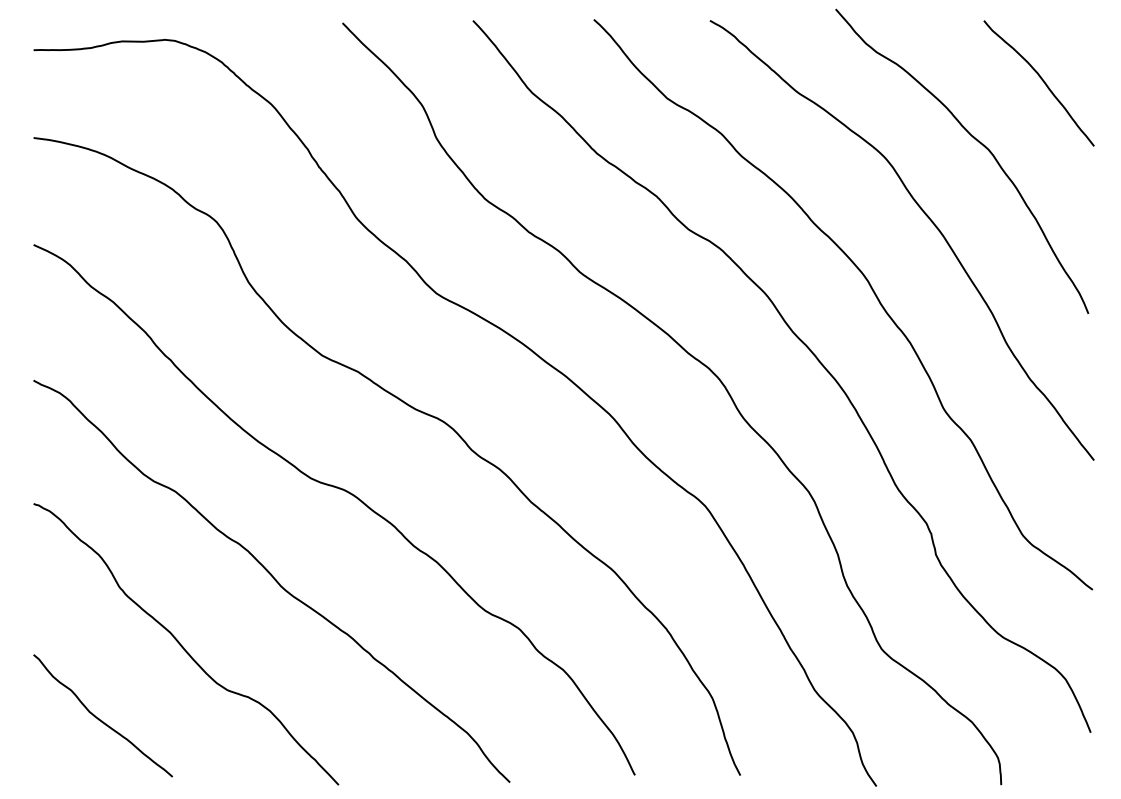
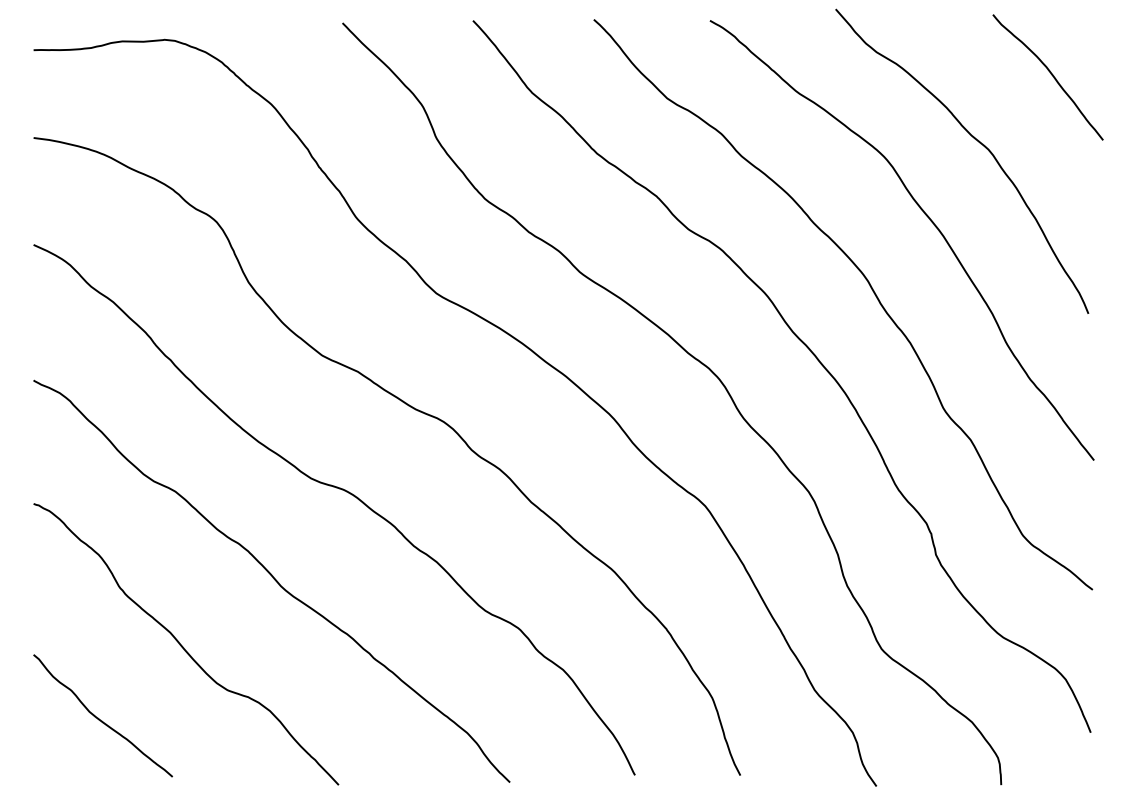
curve at (1041, 80) position: (1041, 80) -> (1050, 74)
